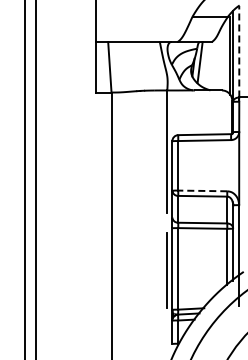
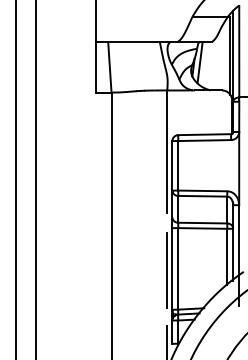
line at (239, 51): dashed -> solid
line at (25, 179) position: (25, 179) -> (16, 179)
line at (202, 190): dashed -> solid
line at (167, 340): none -> present
